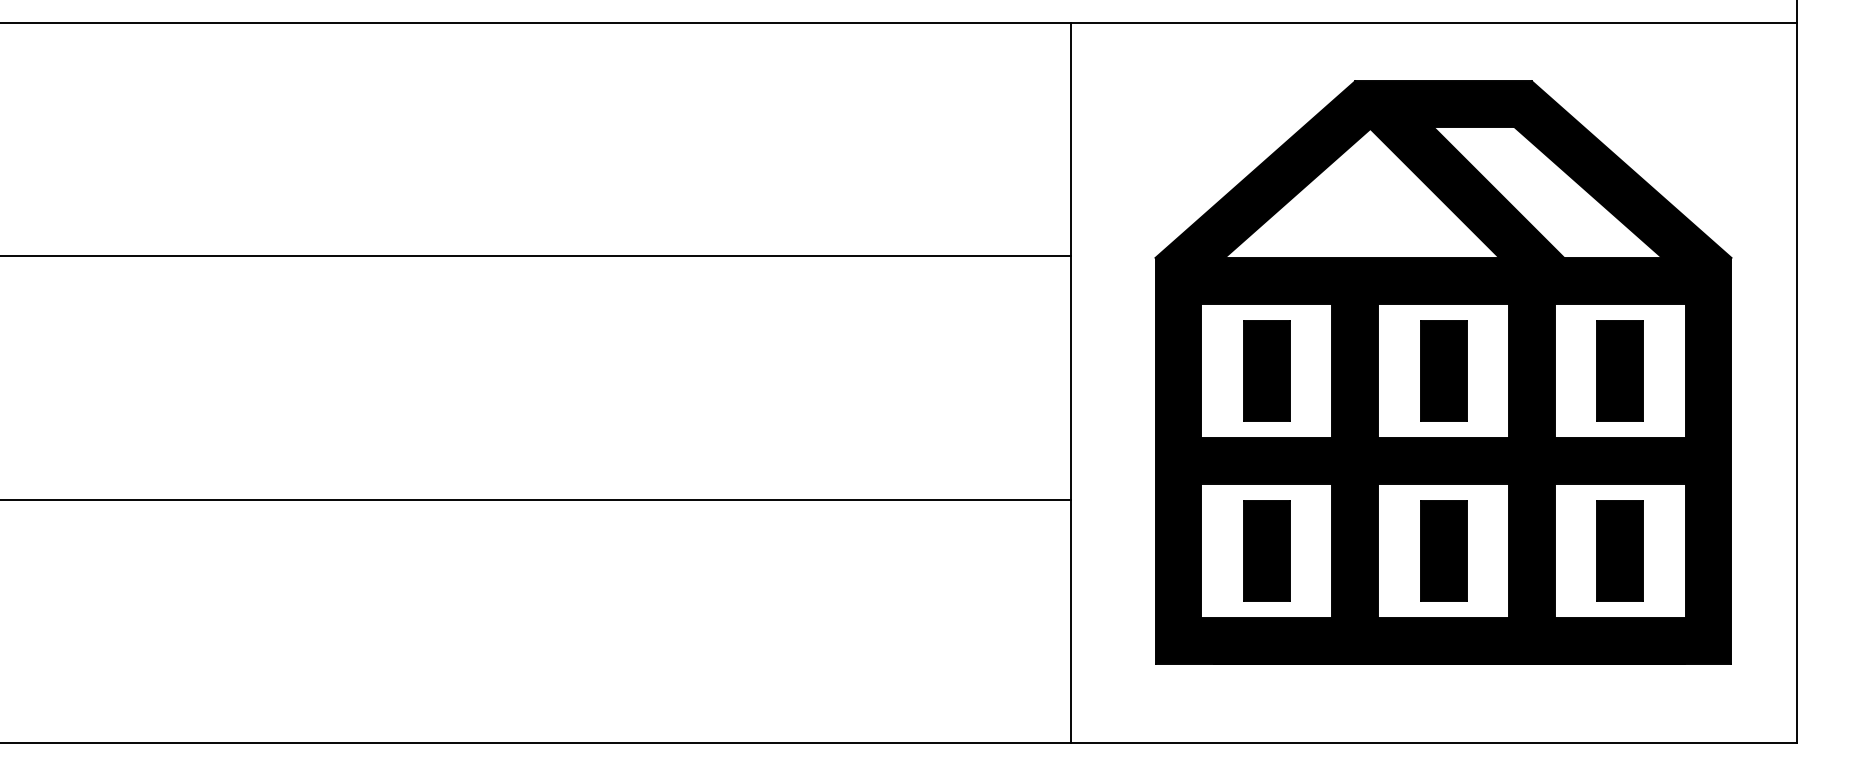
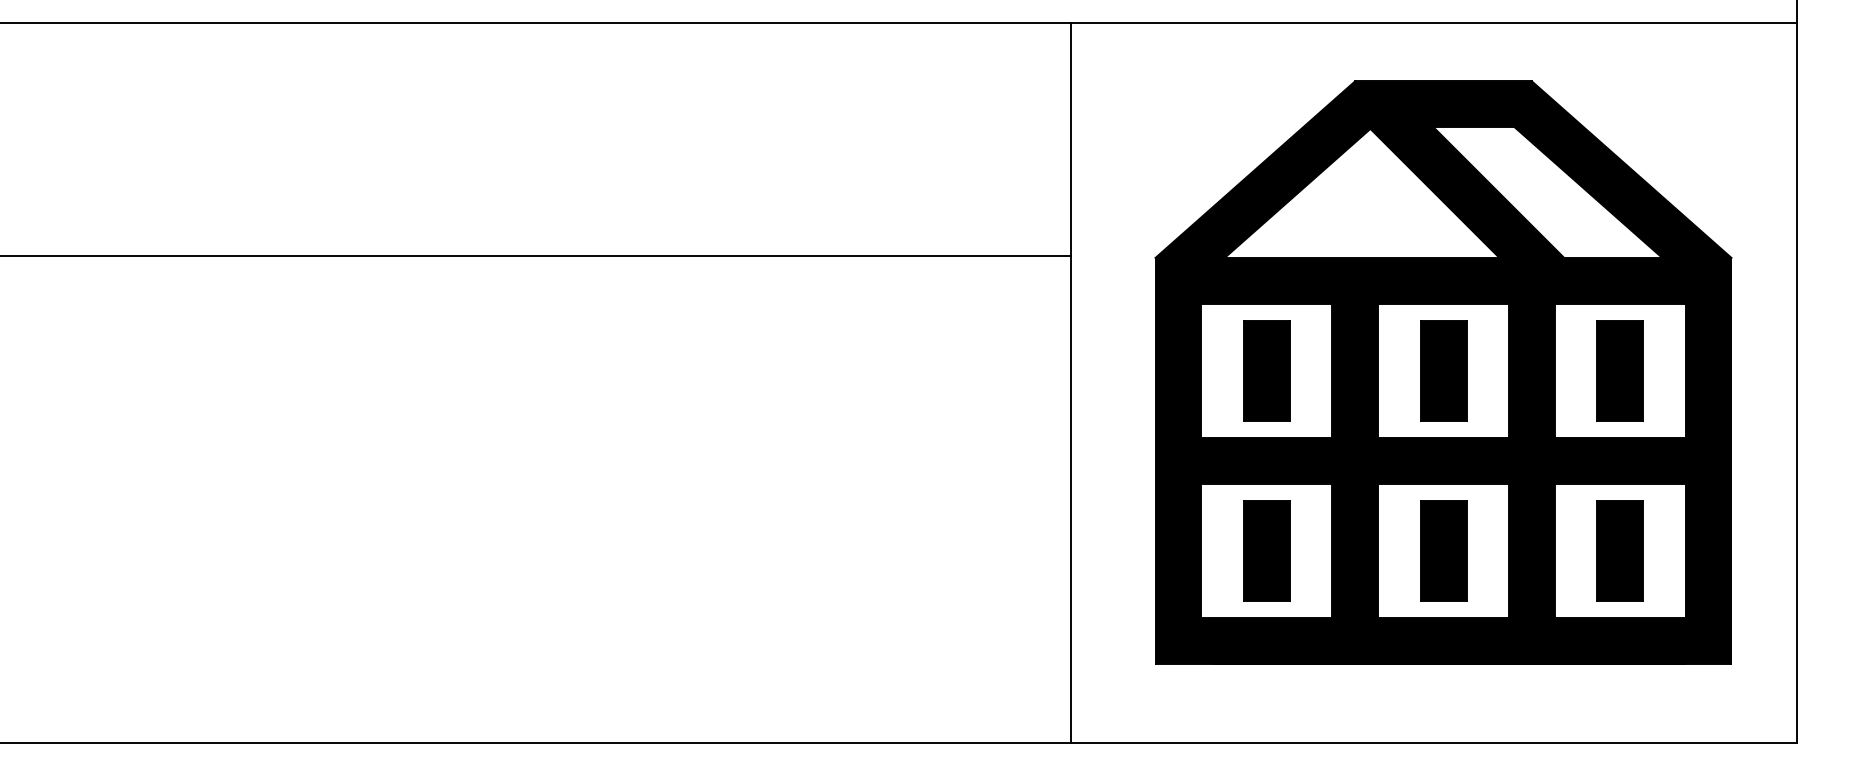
line at (536, 499): present -> none
